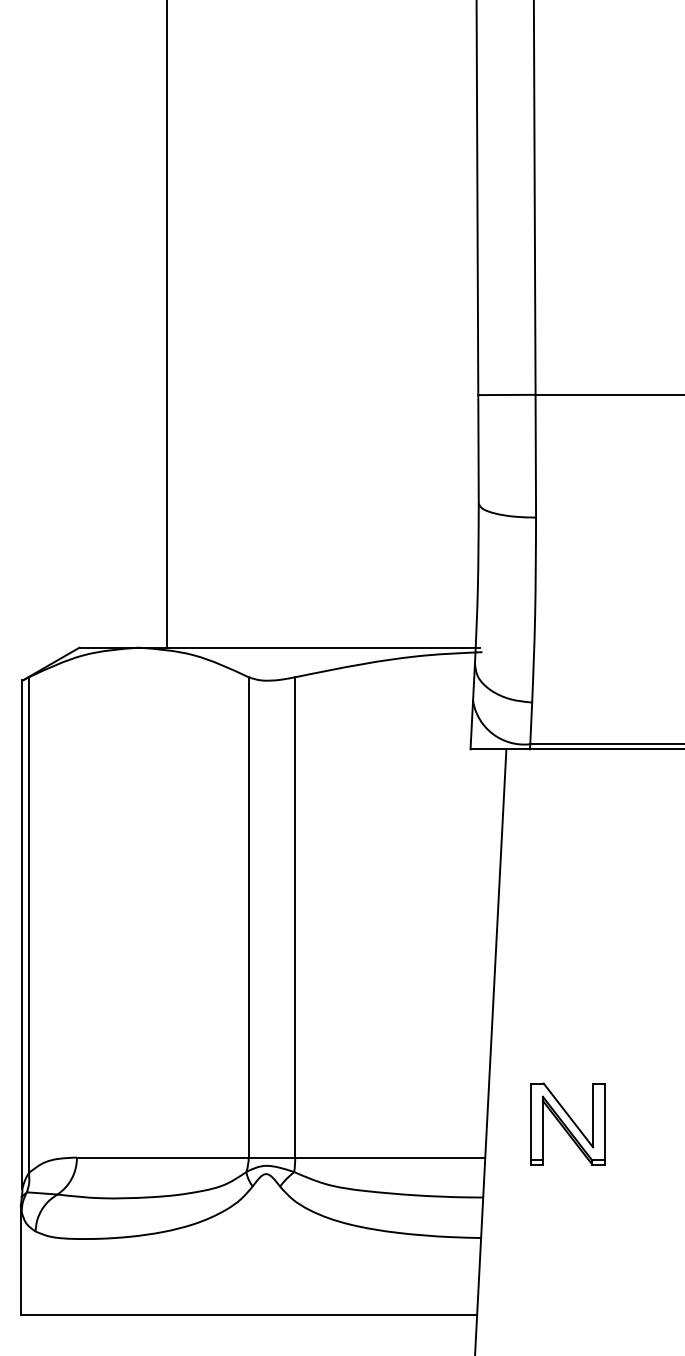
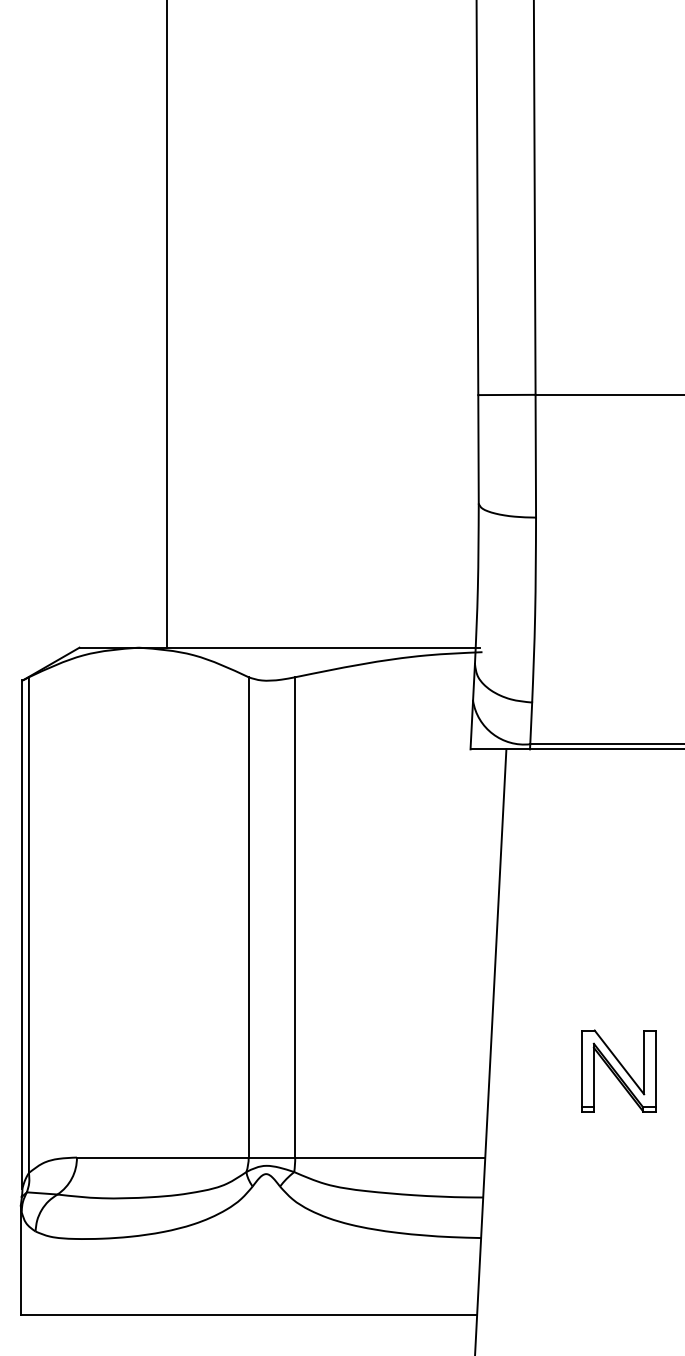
part at (567, 1123) position: (567, 1123) -> (618, 1070)
